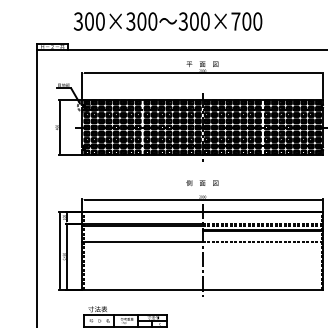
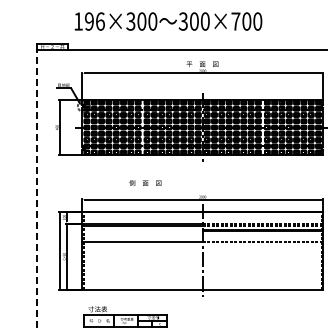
text at (88, 21): 300×300 -> 196×300
text at (202, 182) position: (202, 182) -> (145, 182)
line at (37, 189): solid -> dashed
